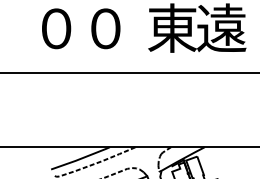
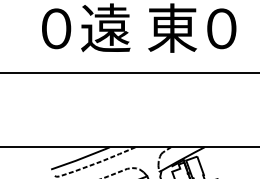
text at (105, 27): ０ -> 遠
text at (221, 27): 遠 -> ０
